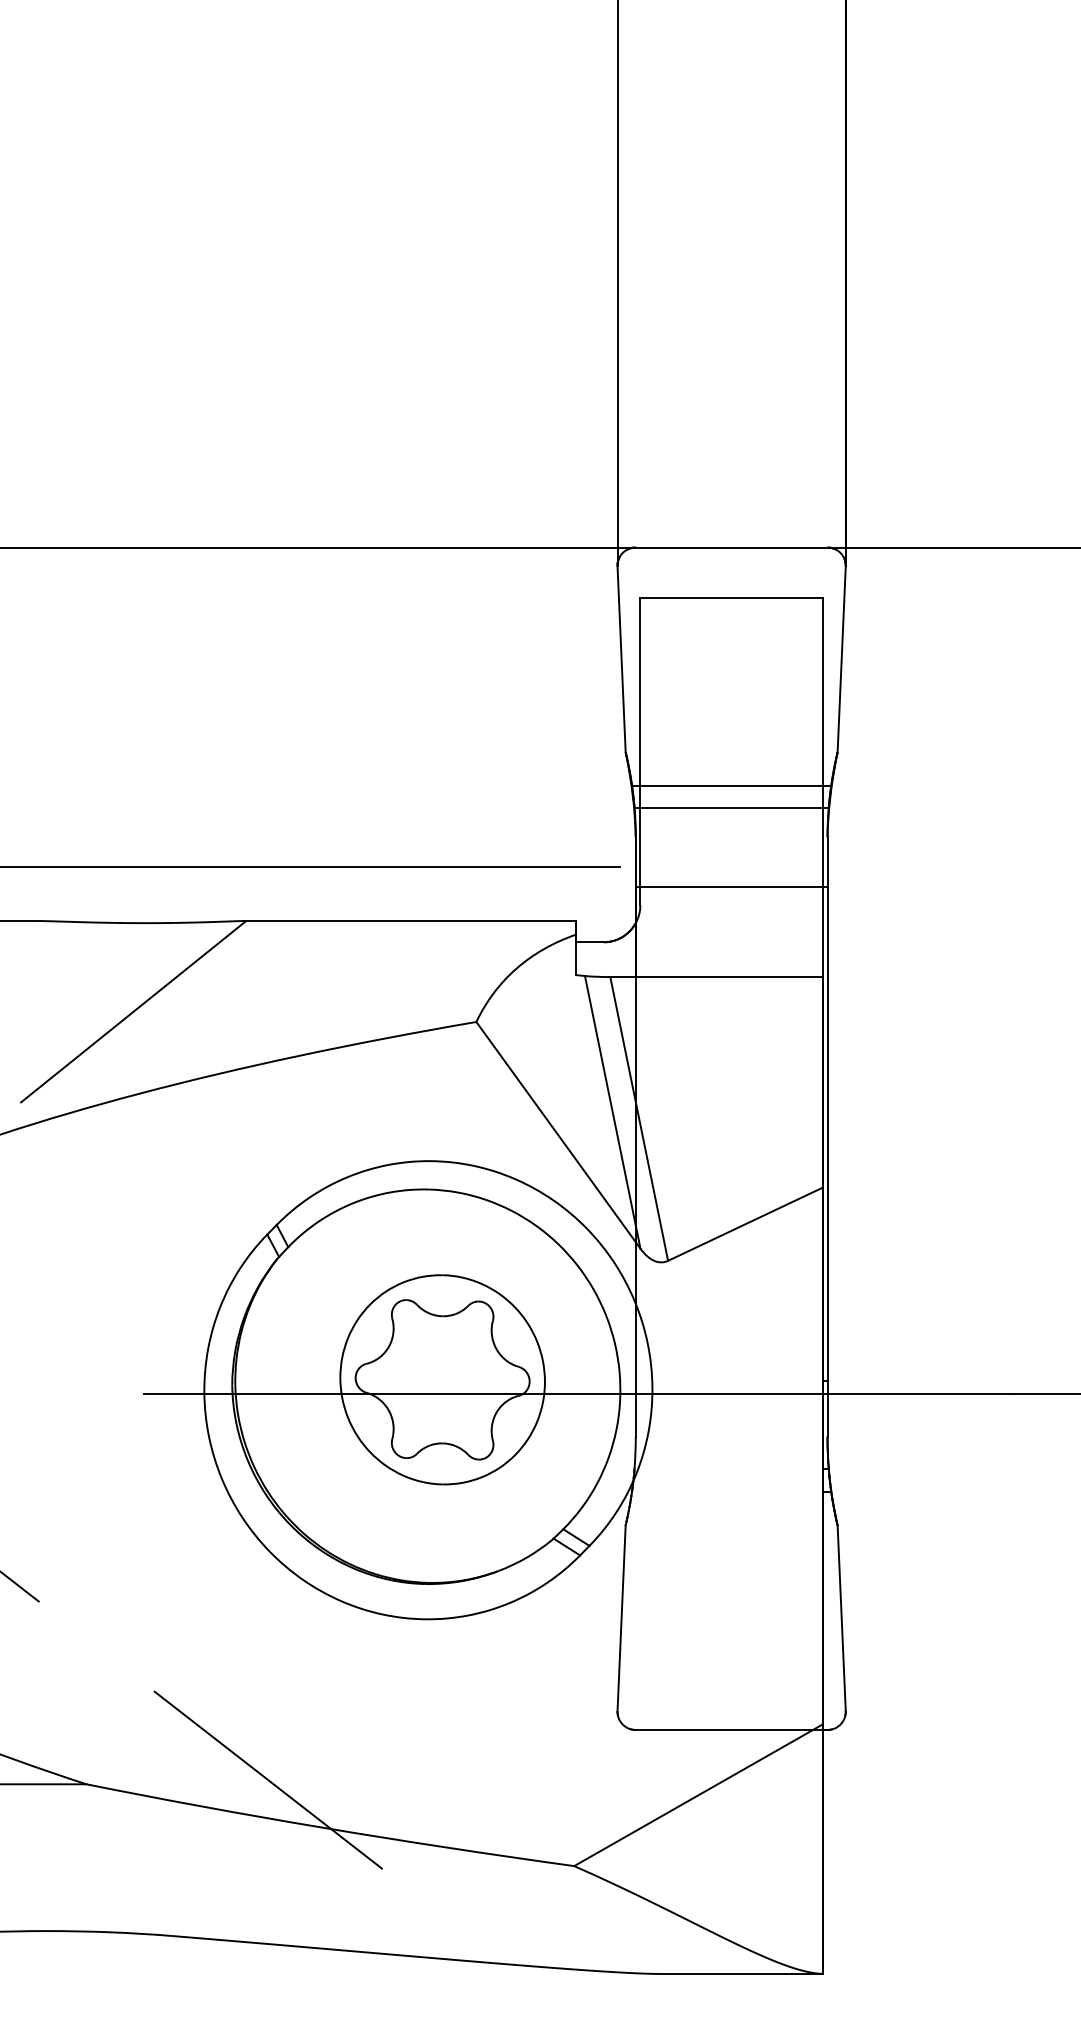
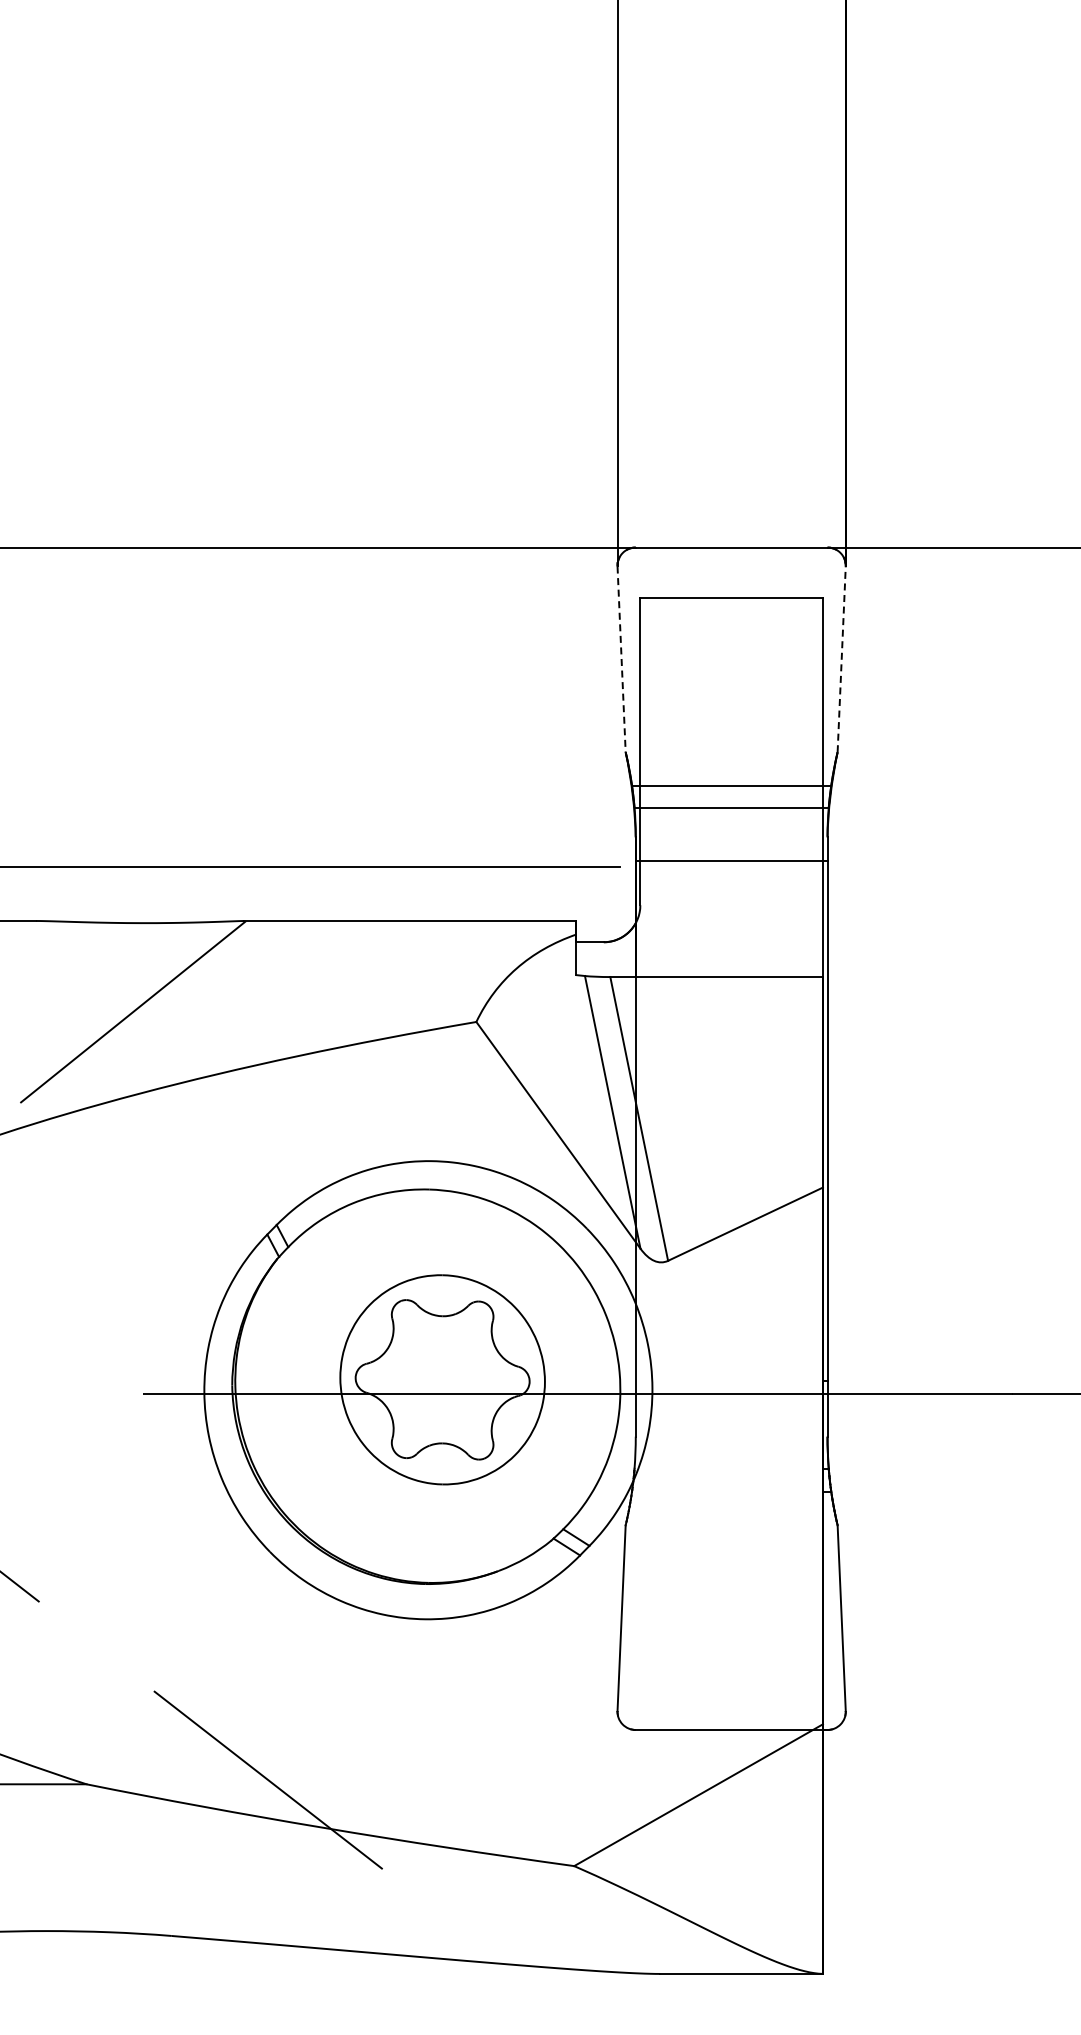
line at (621, 659): solid -> dashed
line at (841, 659): solid -> dashed
line at (731, 887) position: (731, 887) -> (731, 861)
